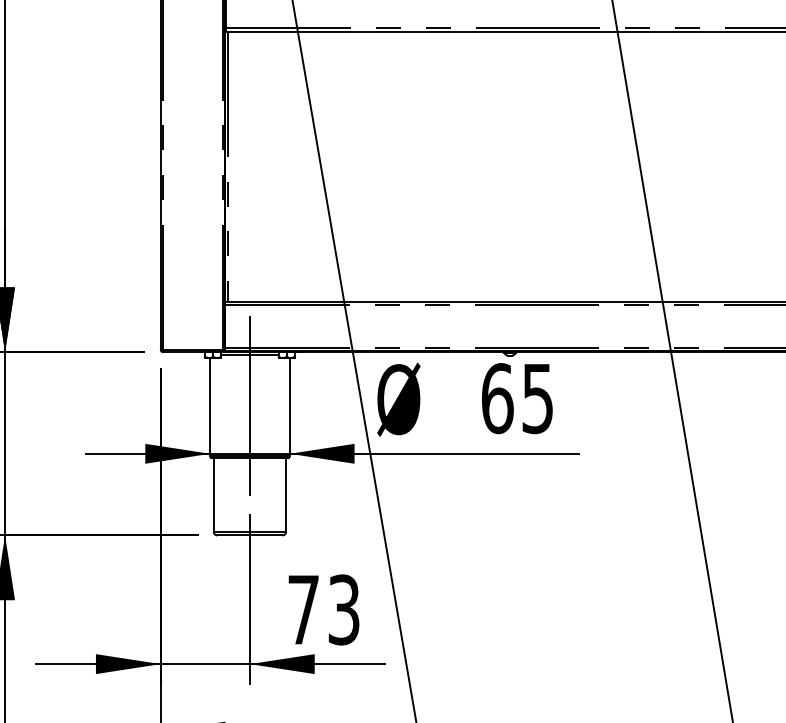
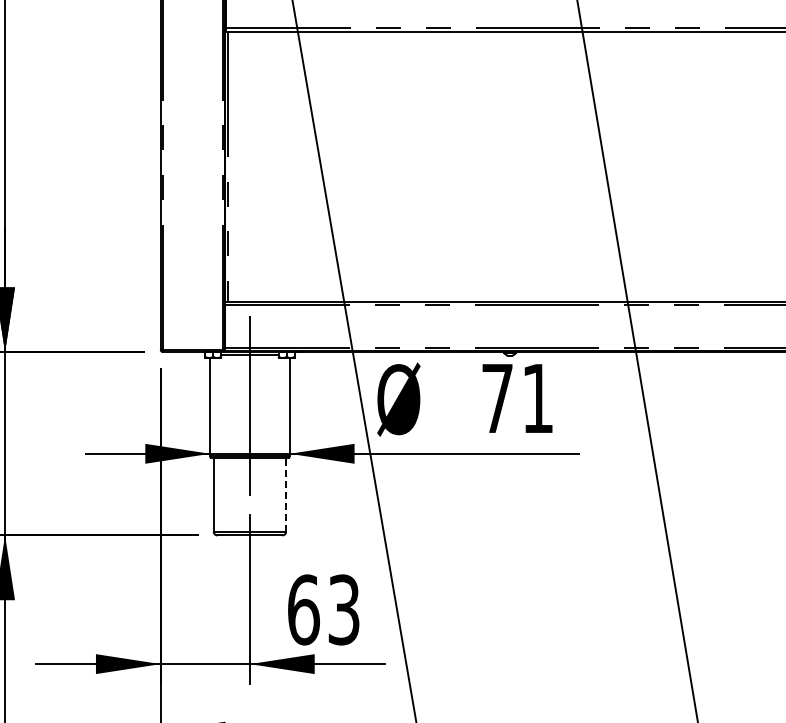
line at (672, 360) position: (672, 360) -> (637, 360)
text at (517, 398): 65 -> 71
line at (286, 494): solid -> dashed
text at (303, 609): 73 -> 63
